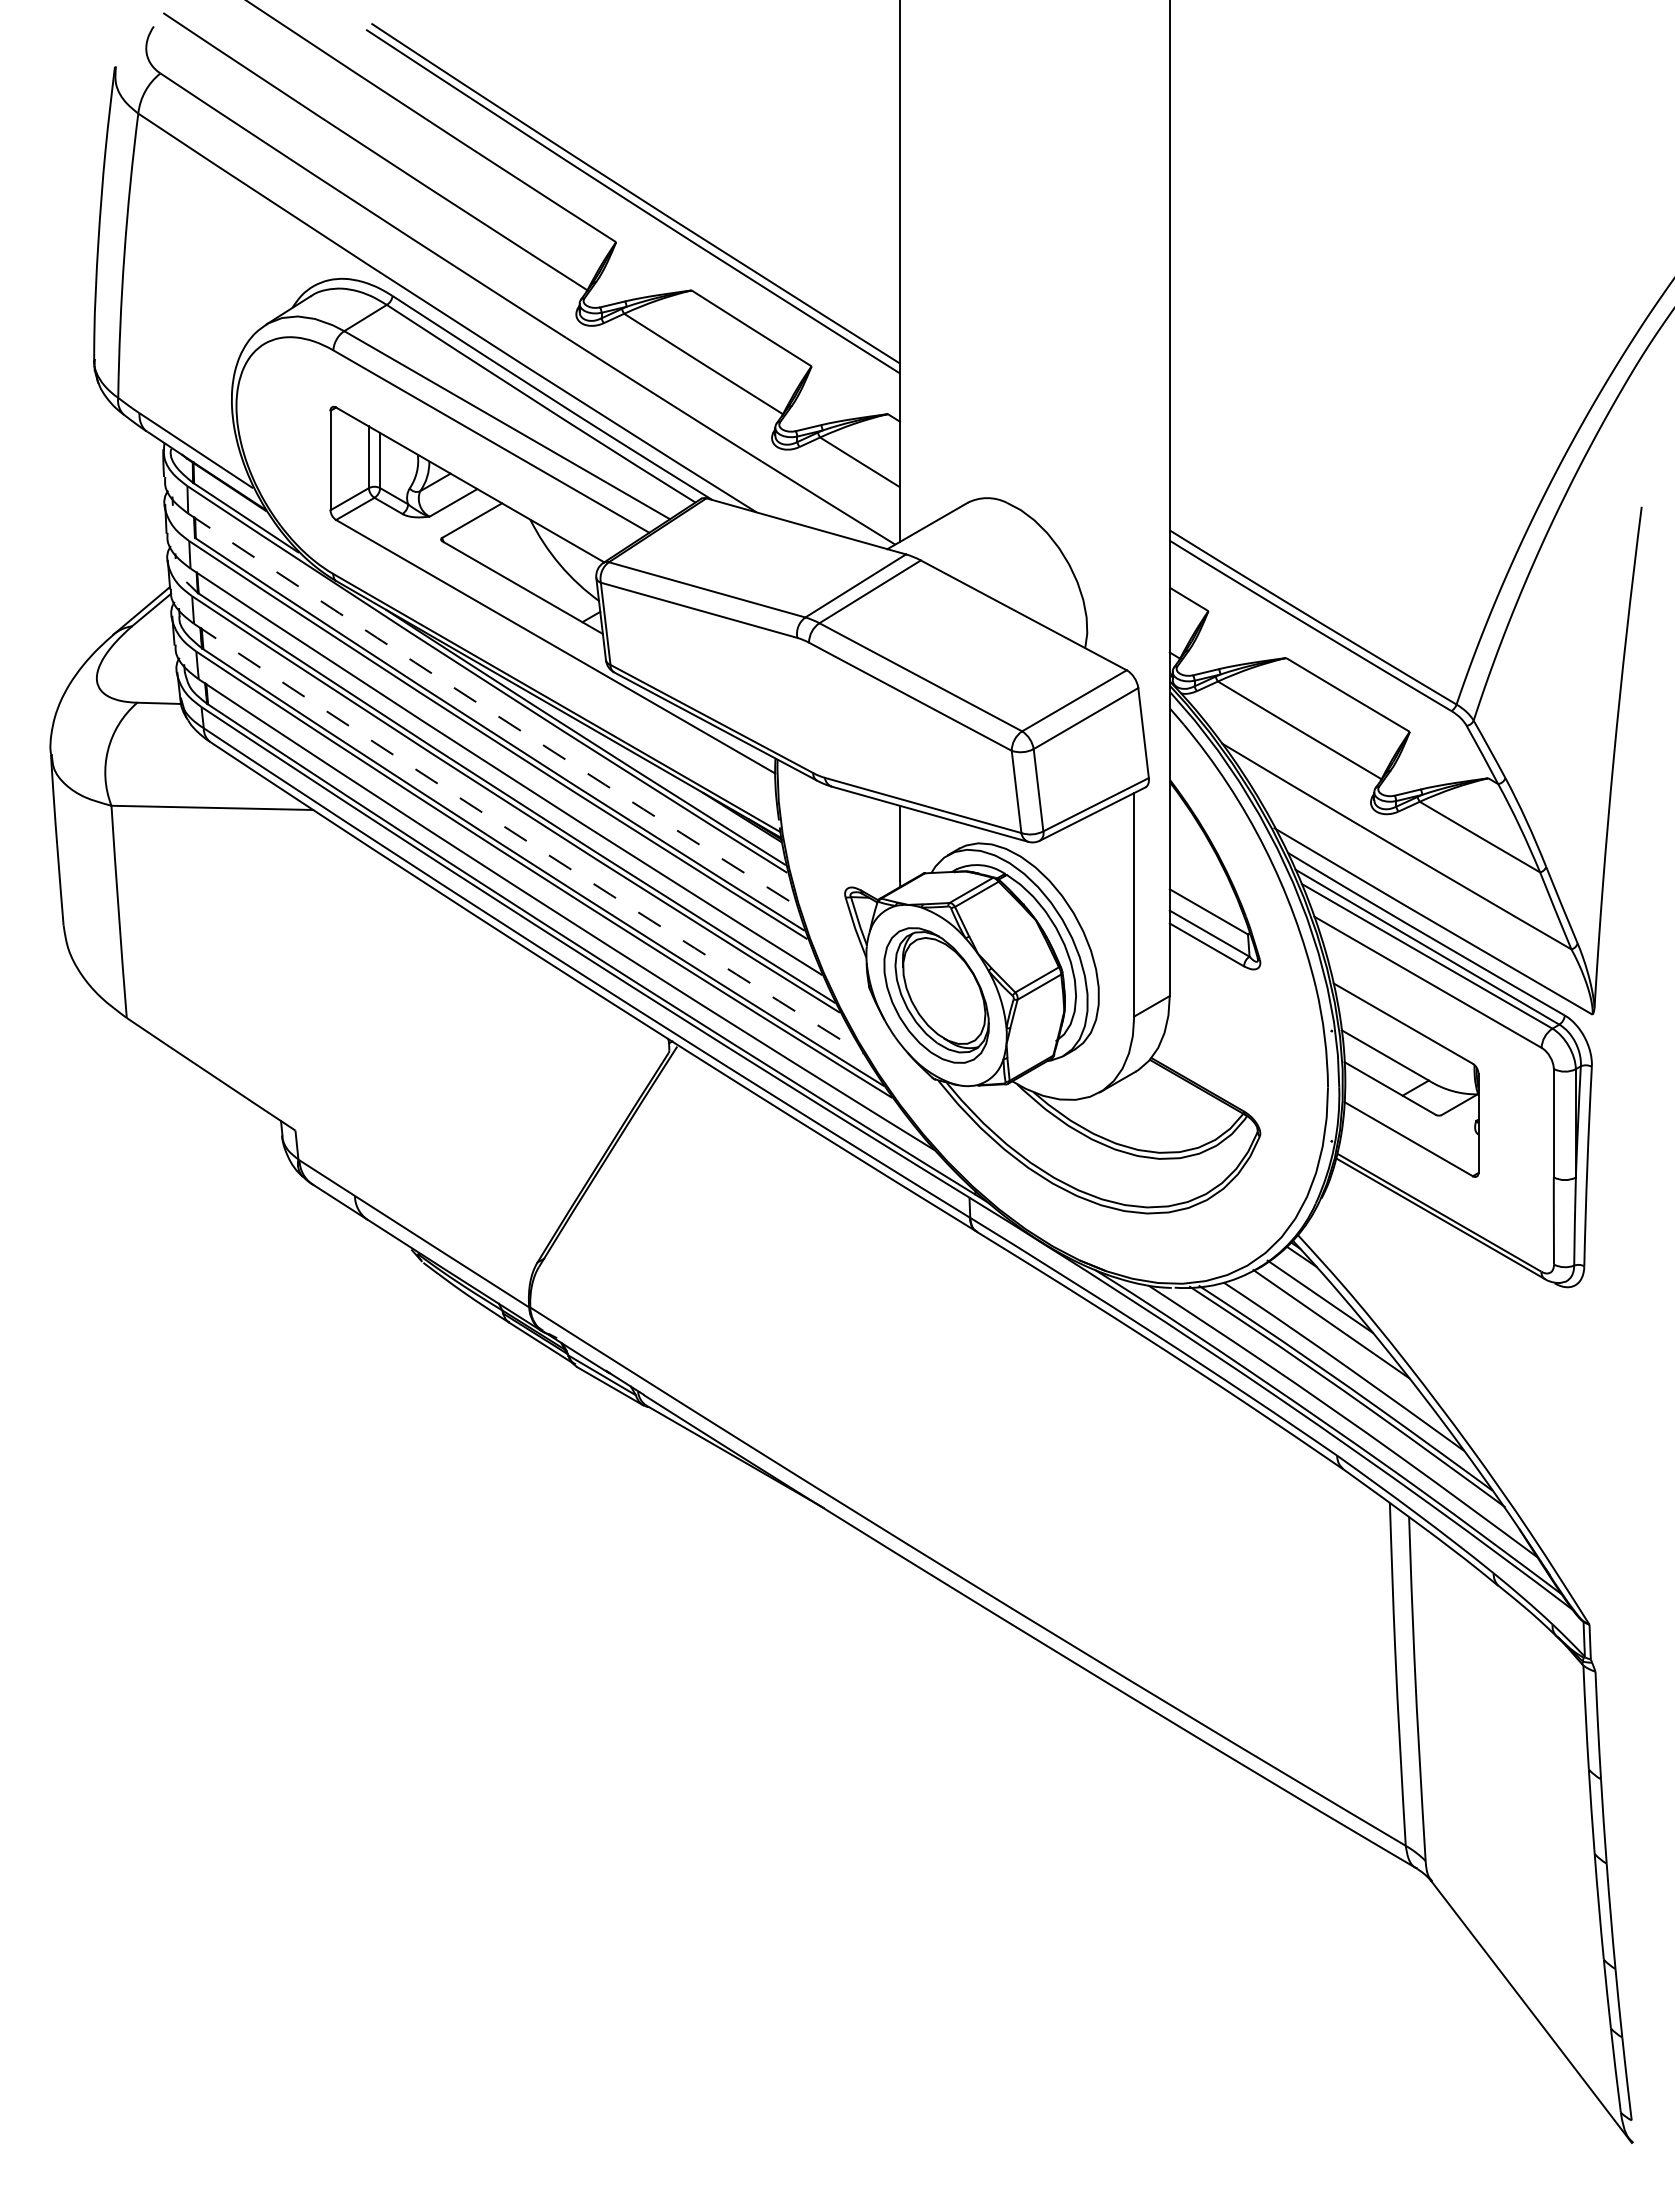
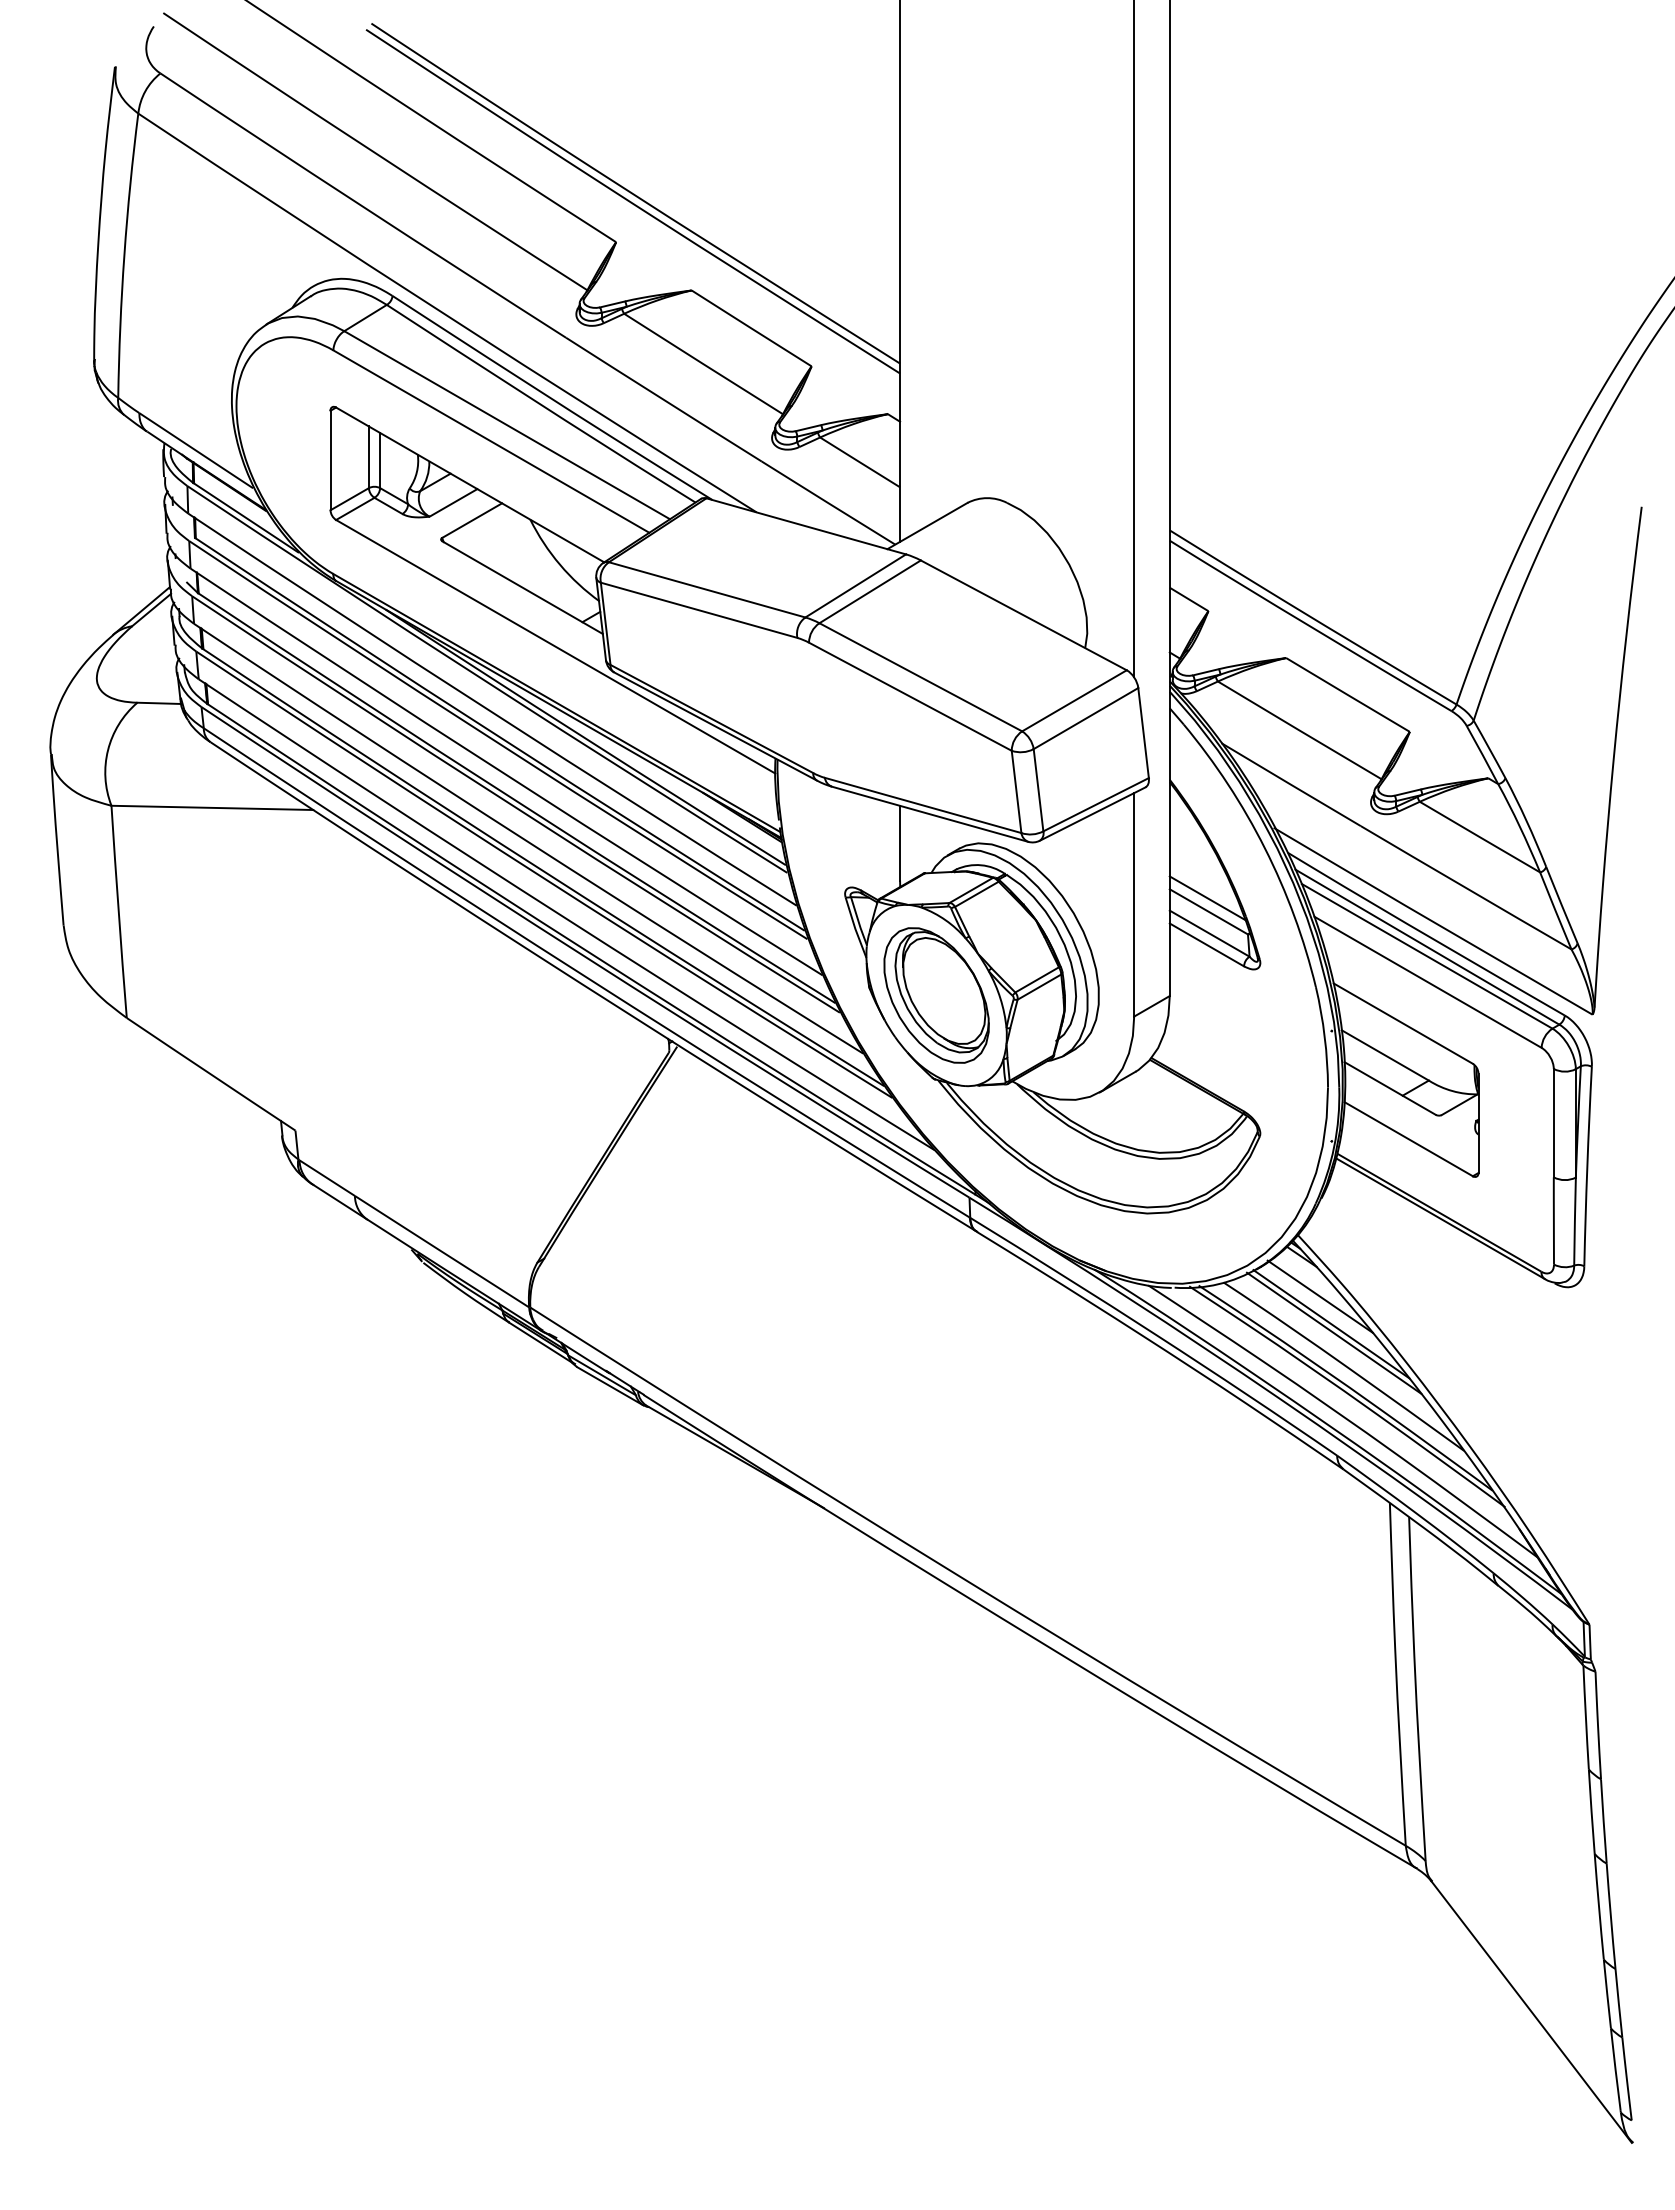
line at (1134, 339): none -> present
arc at (491, 711): dashed -> solid
arc at (527, 841): dashed -> solid
line at (1207, 898): none -> present
line at (1333, 1332): none -> present
